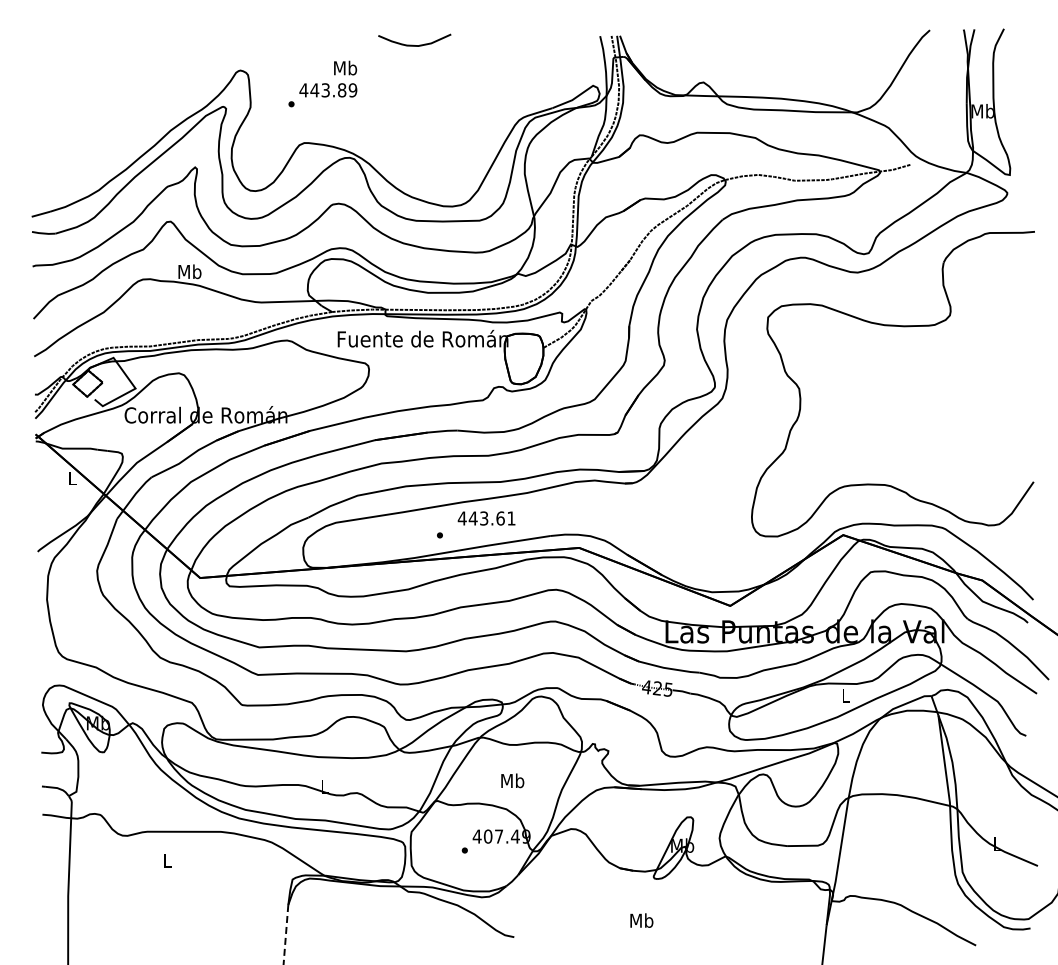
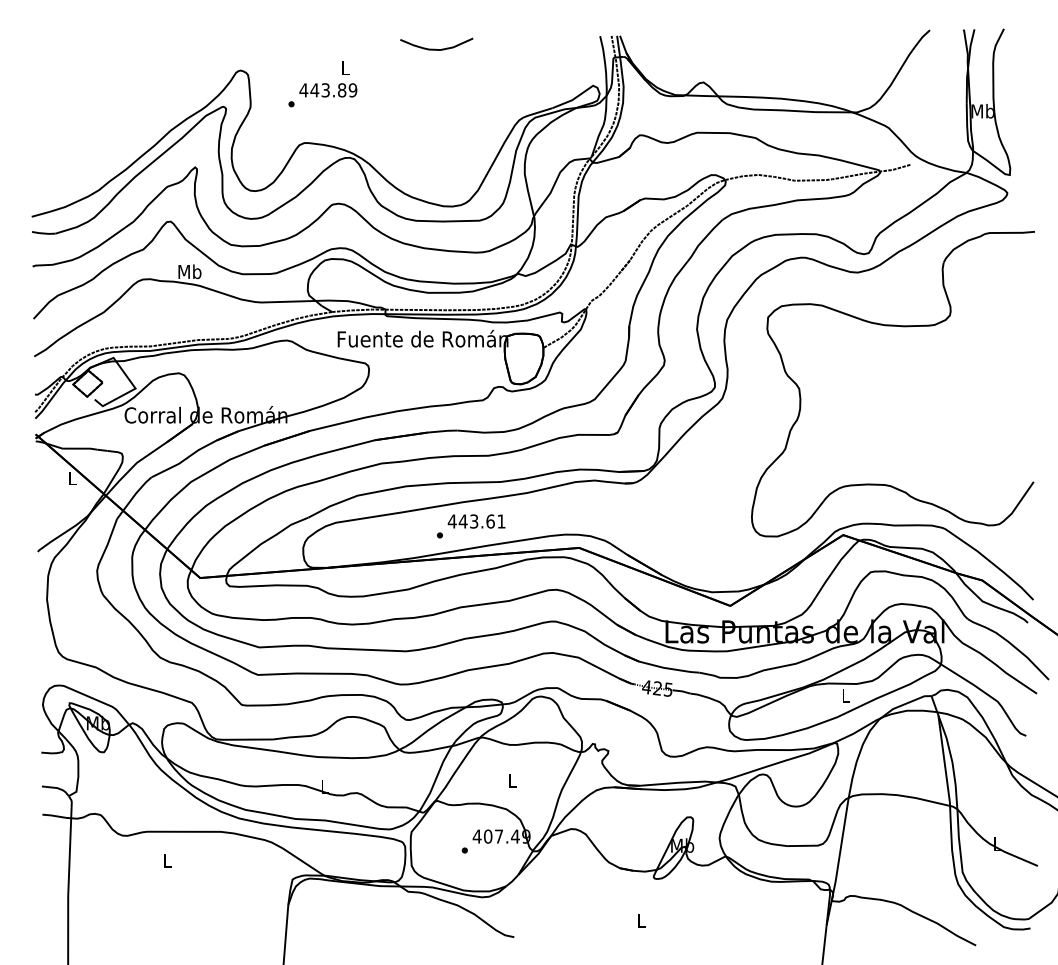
curve at (413, 44) position: (413, 44) -> (435, 48)
text at (345, 67): Mb -> L
text at (486, 518) position: (486, 518) -> (476, 521)
text at (512, 780): Mb -> L
text at (641, 920): Mb -> L
line at (285, 934): dashed -> solid
